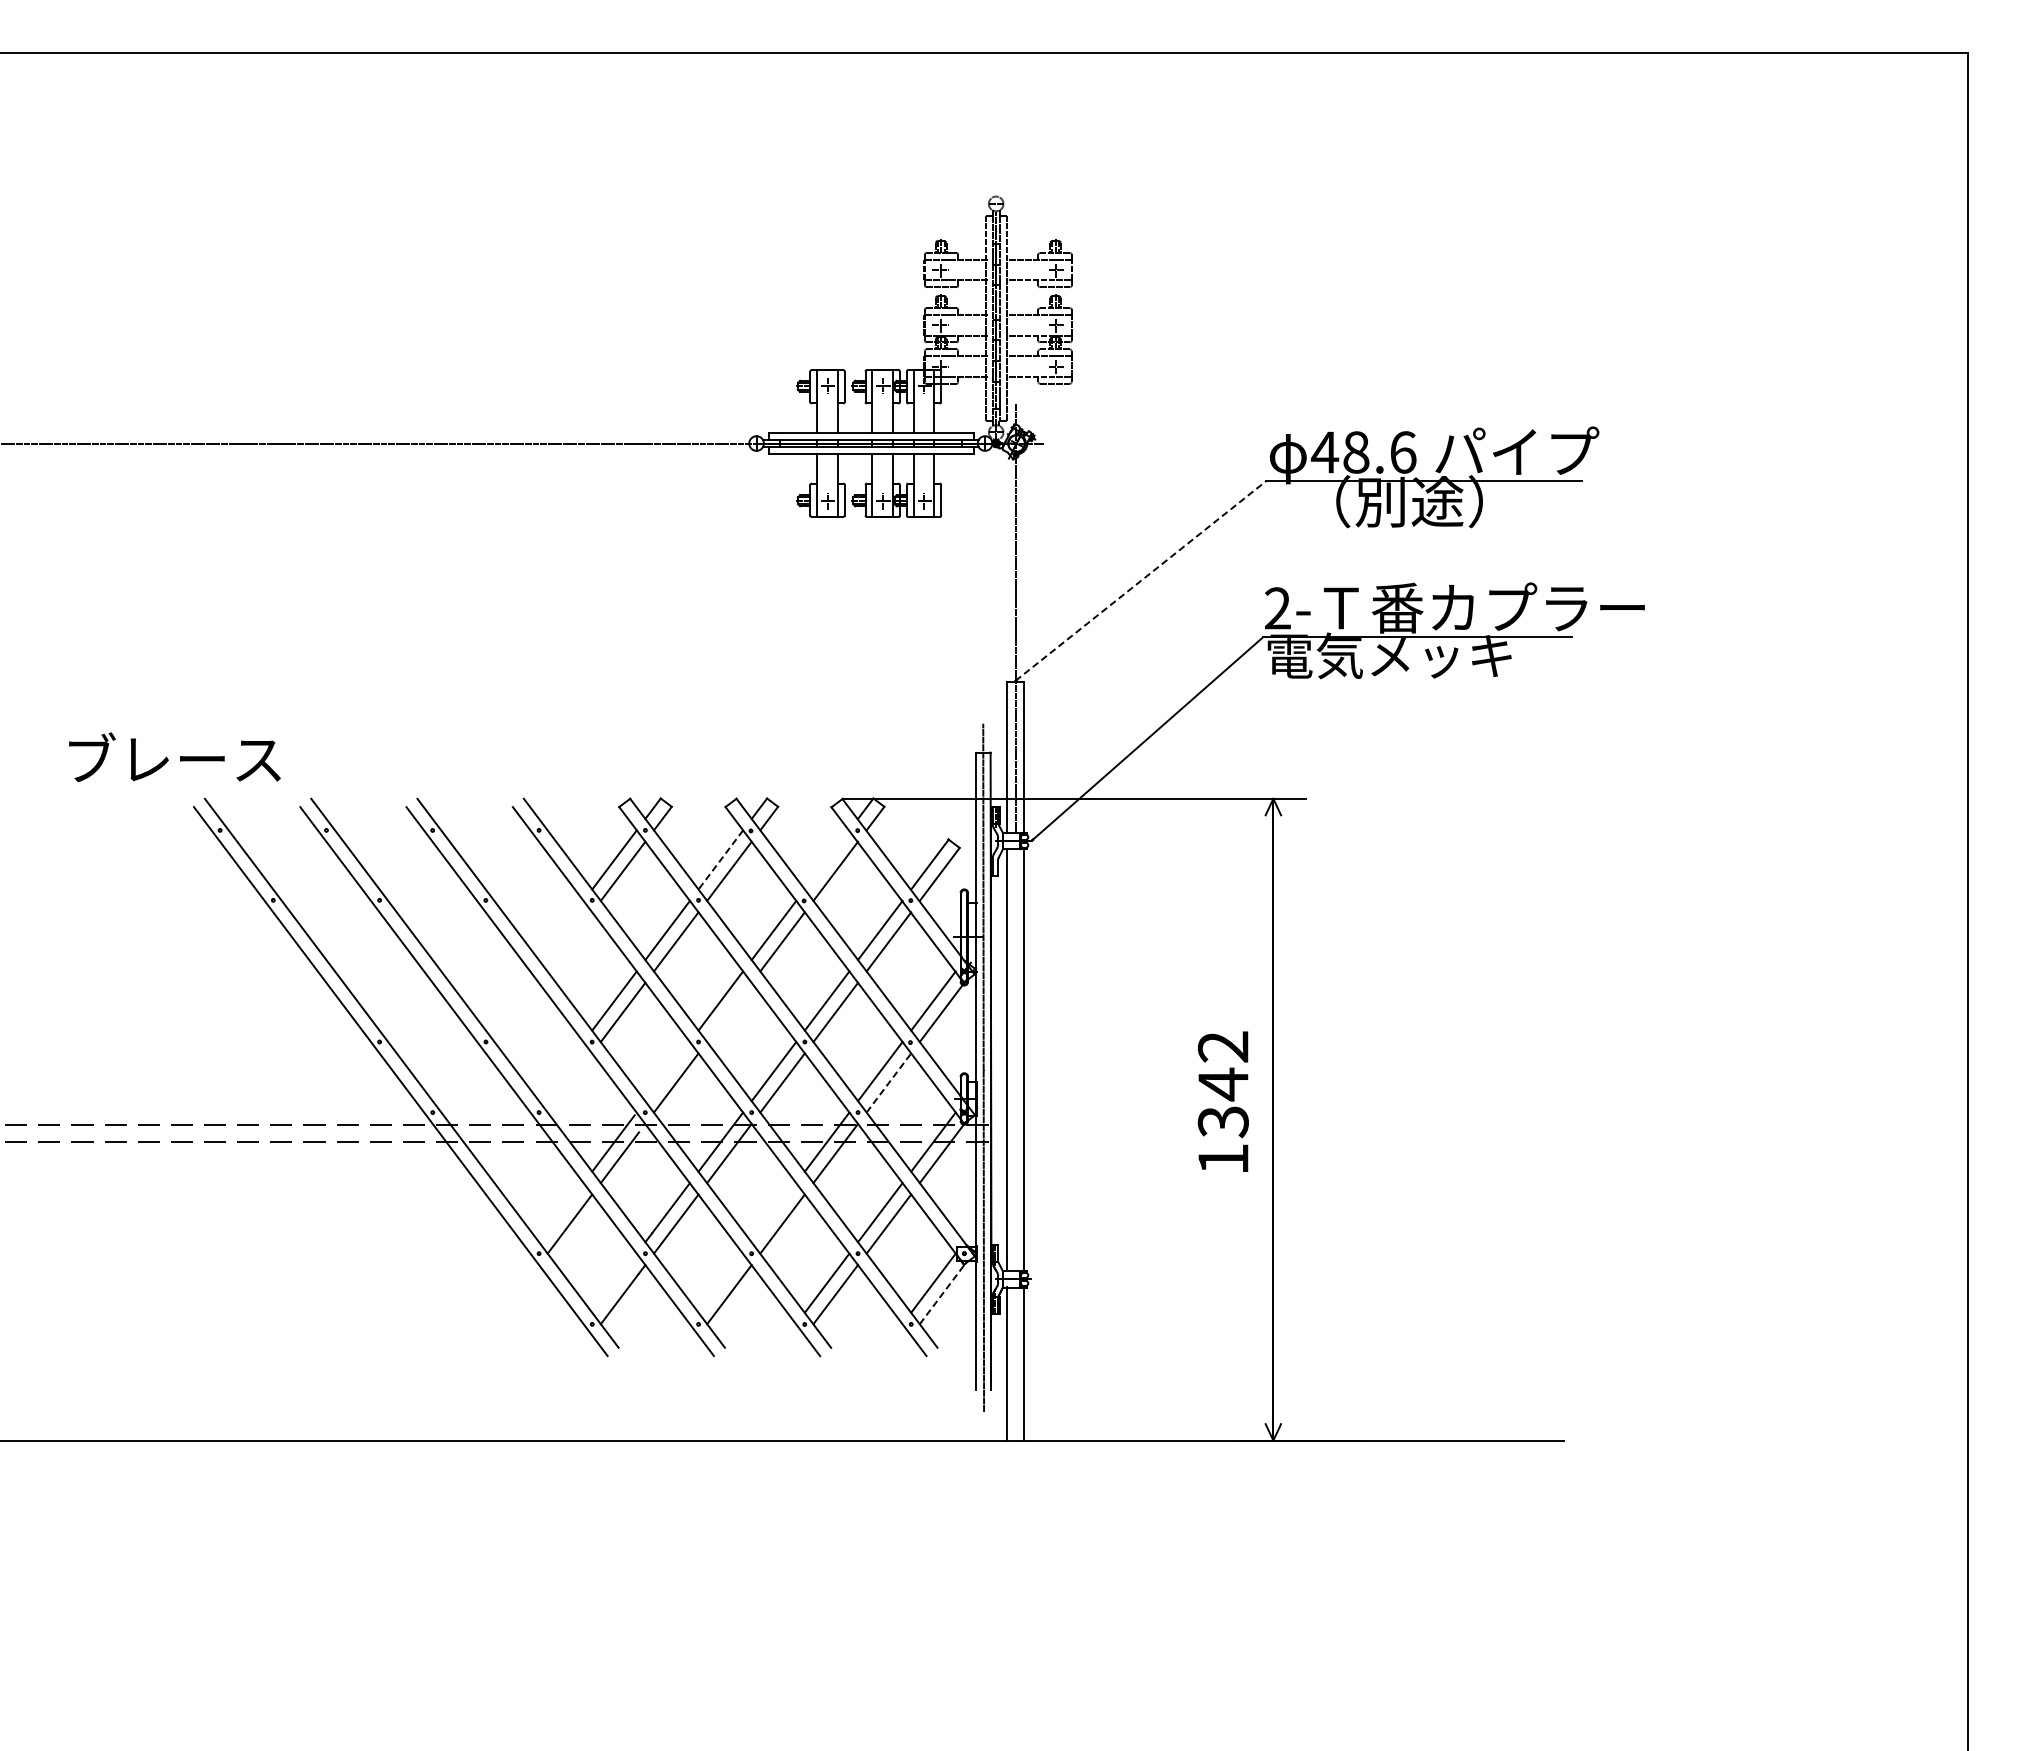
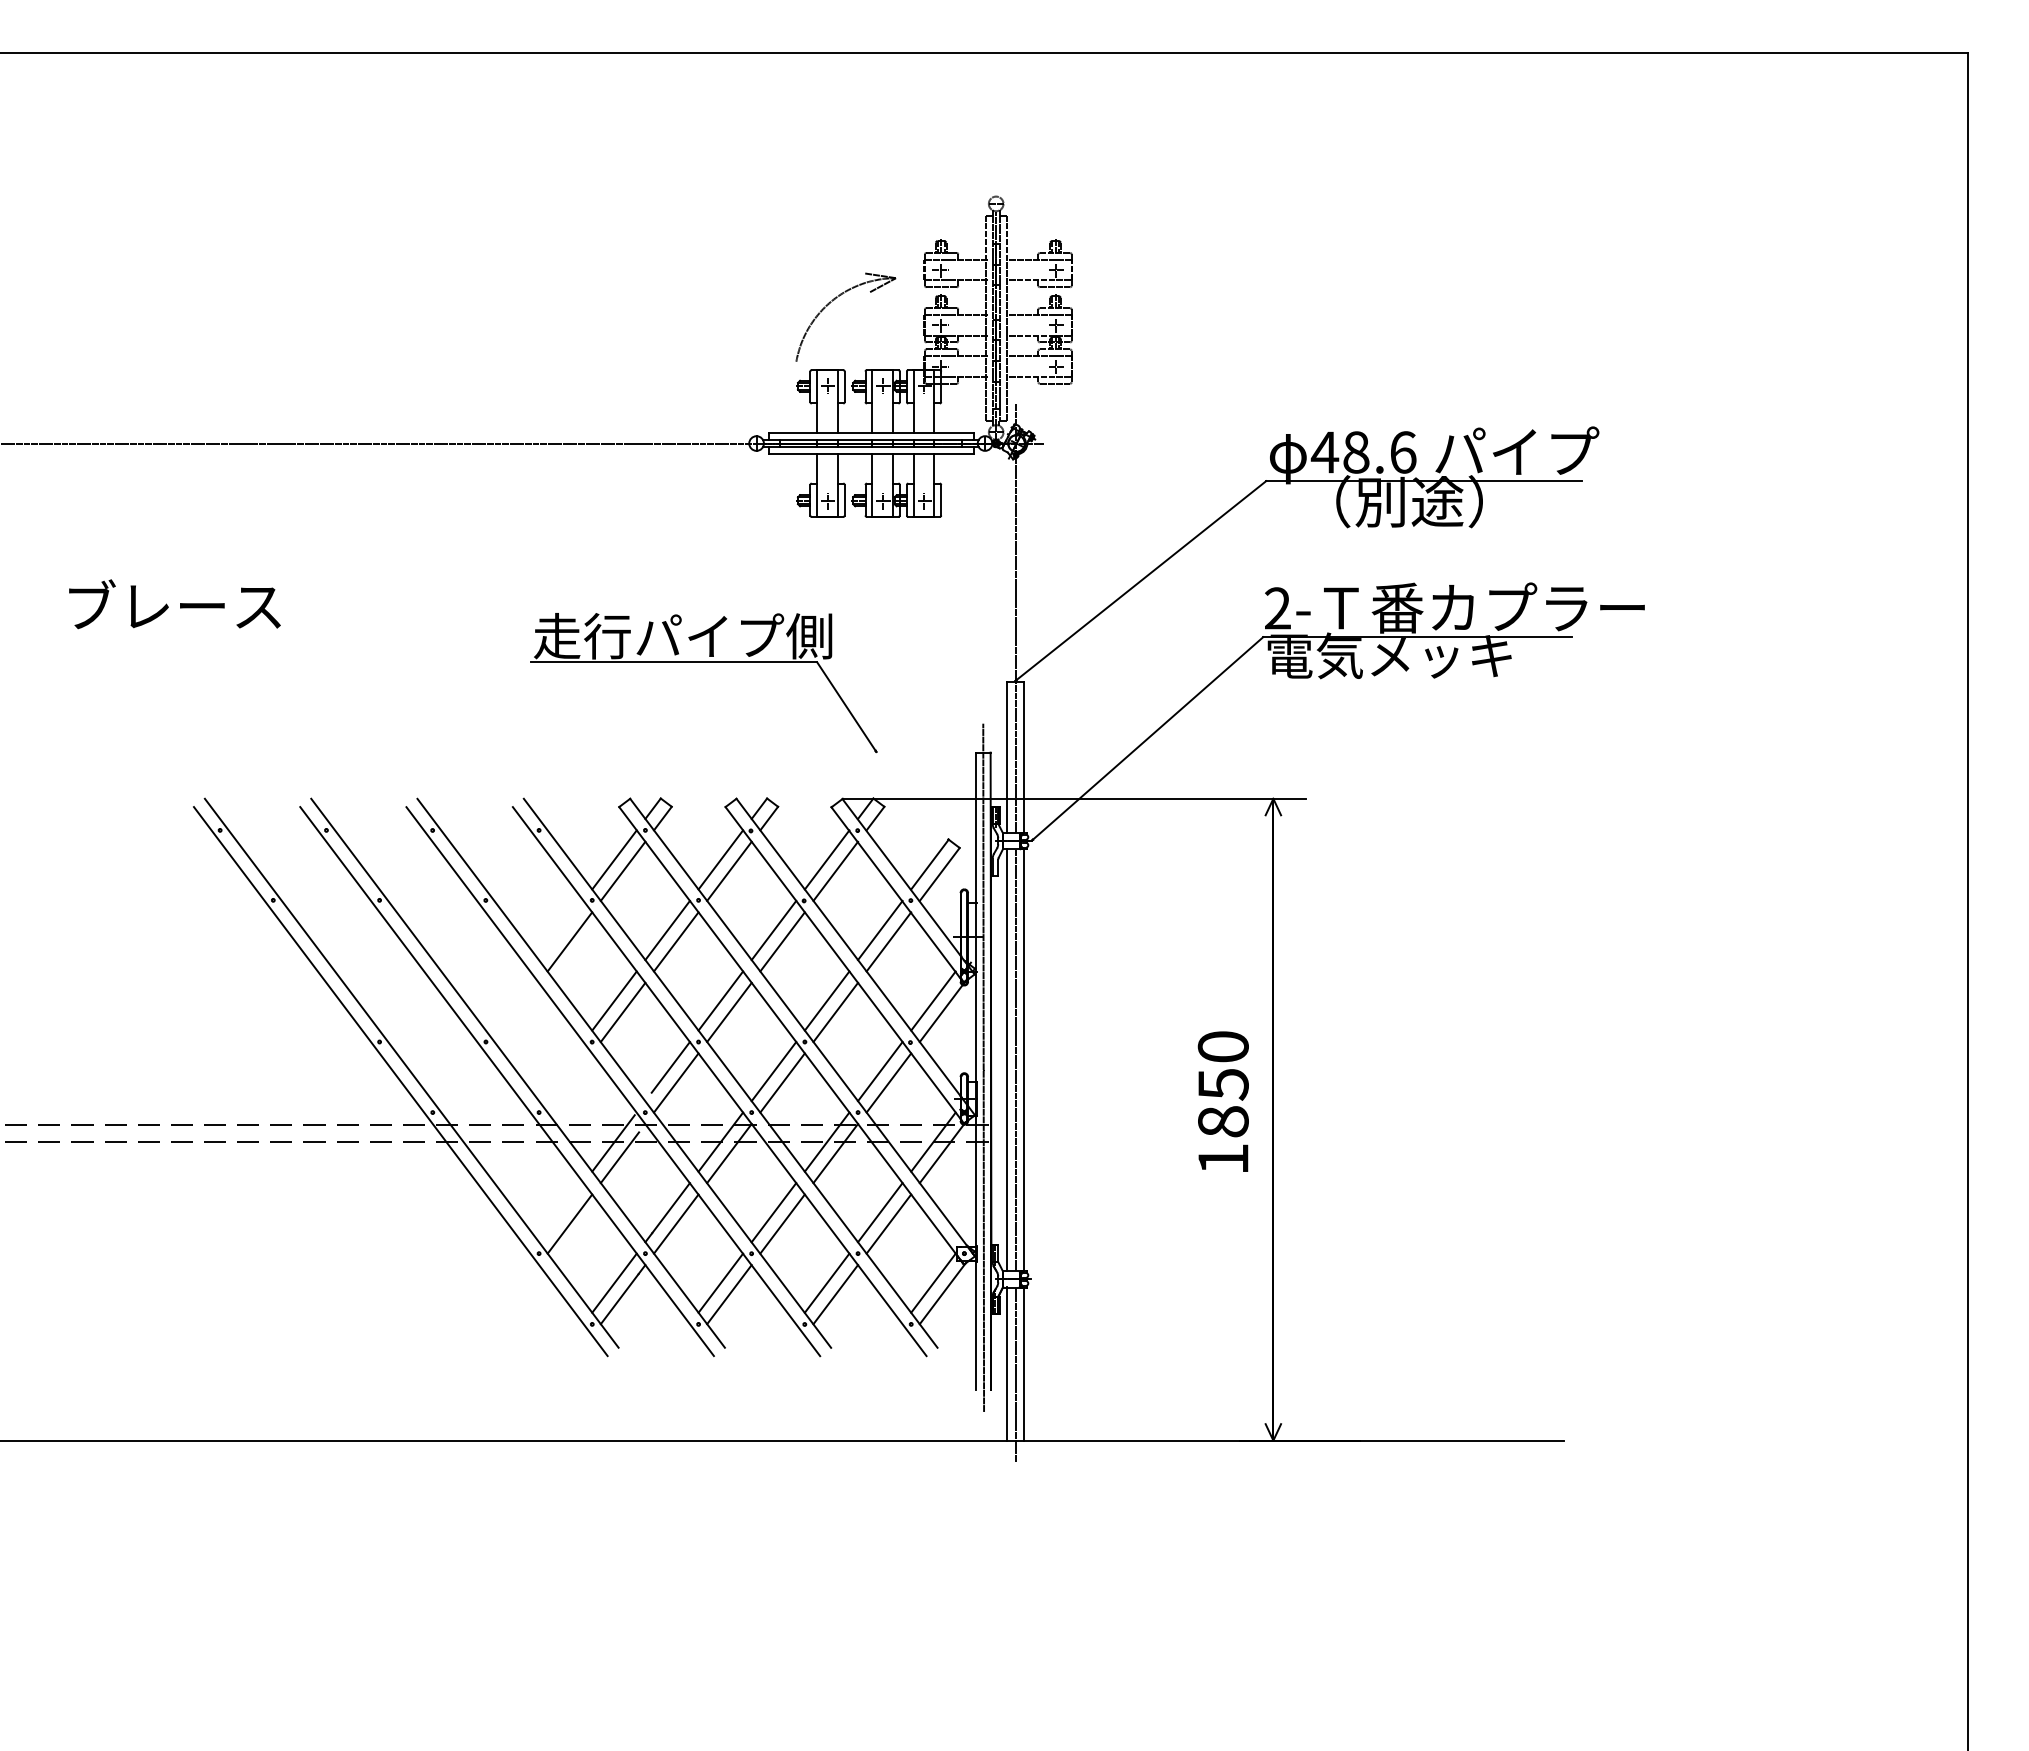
part at (833, 301): none -> present
line at (1141, 580): dashed -> solid
part at (703, 662): none -> present
text at (174, 757) position: (174, 757) -> (174, 604)
line at (826, 859): none -> present
line at (720, 860): dashed -> solid
line at (569, 941): none -> present
line at (729, 1012): none -> present
line at (1015, 1060): none -> present
line at (670, 1067): none -> present
line at (889, 1082): dashed -> solid
text at (1222, 1084): 1342 -> 1850
line at (773, 1212): none -> present
line at (614, 1282): none -> present
line at (720, 1282): none -> present
line at (942, 1293): dashed -> solid
line at (1015, 1374): none -> present
